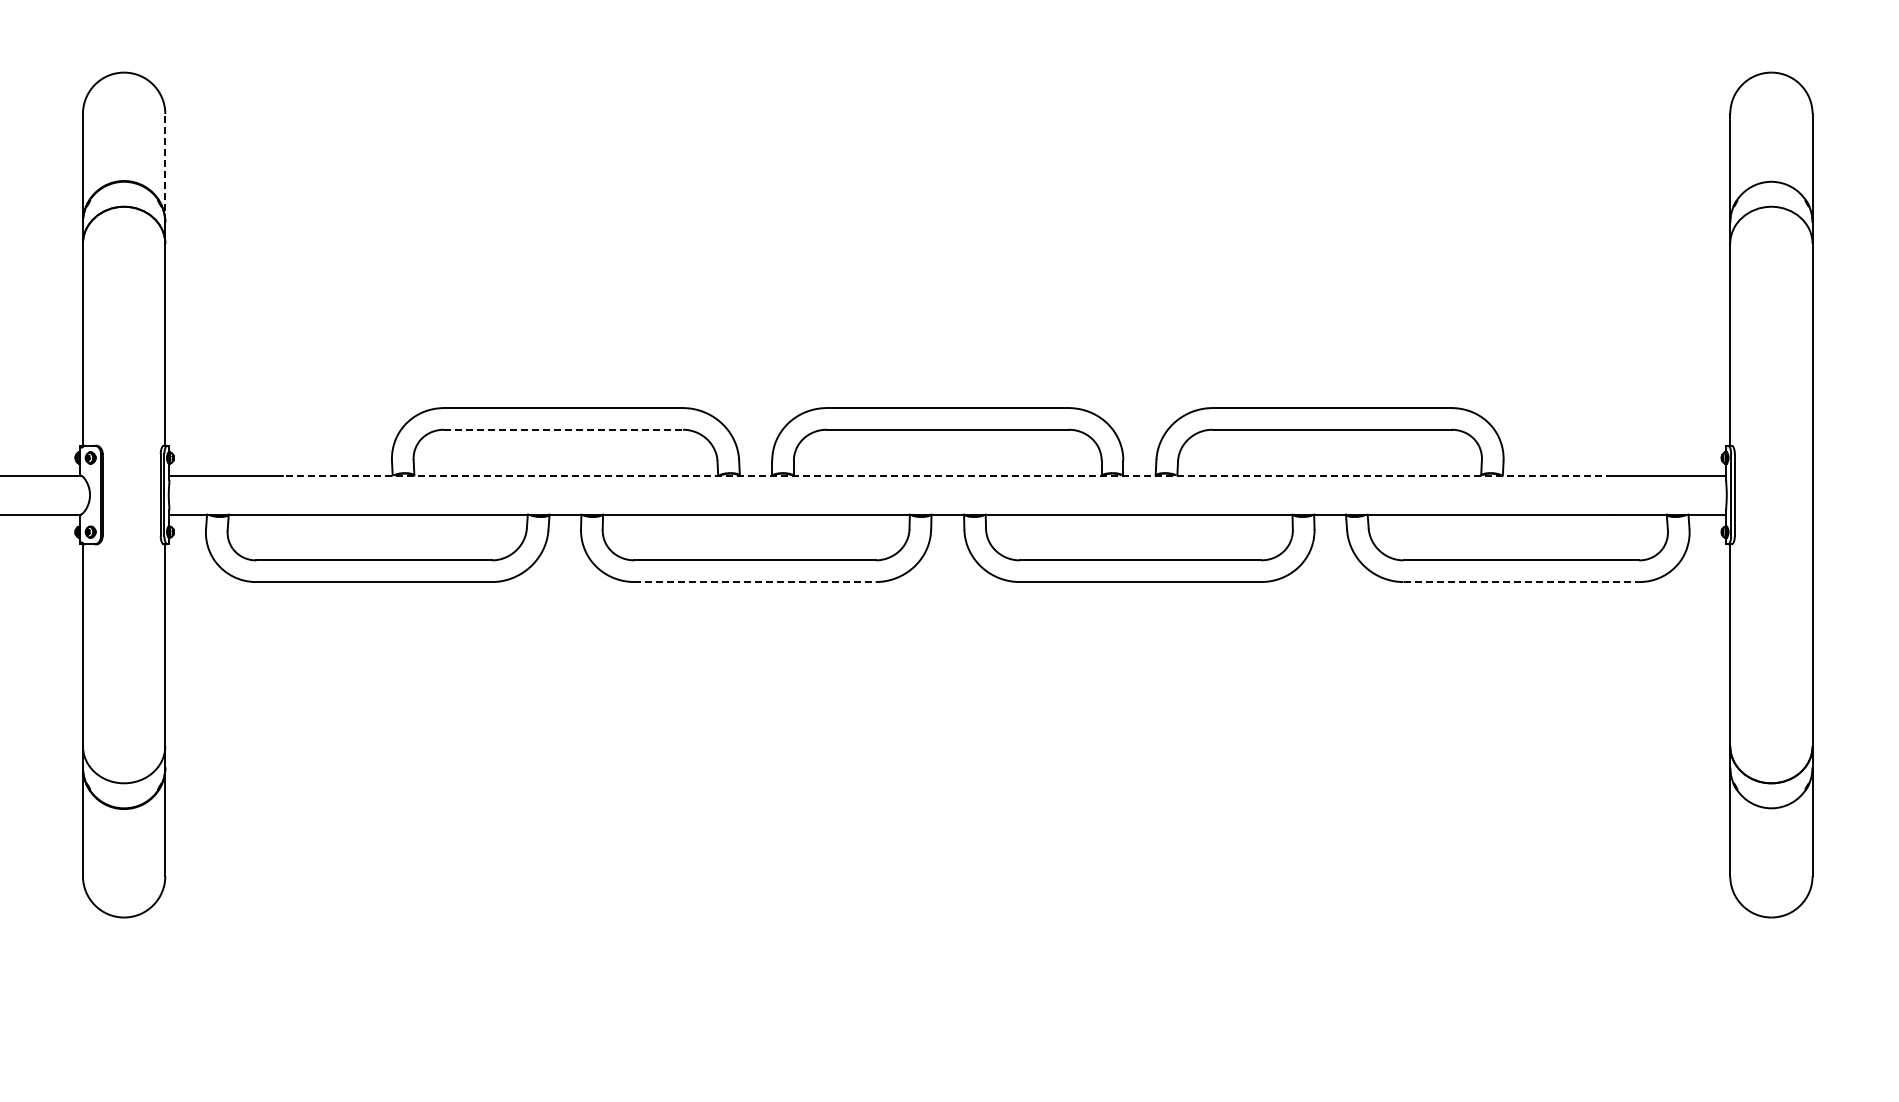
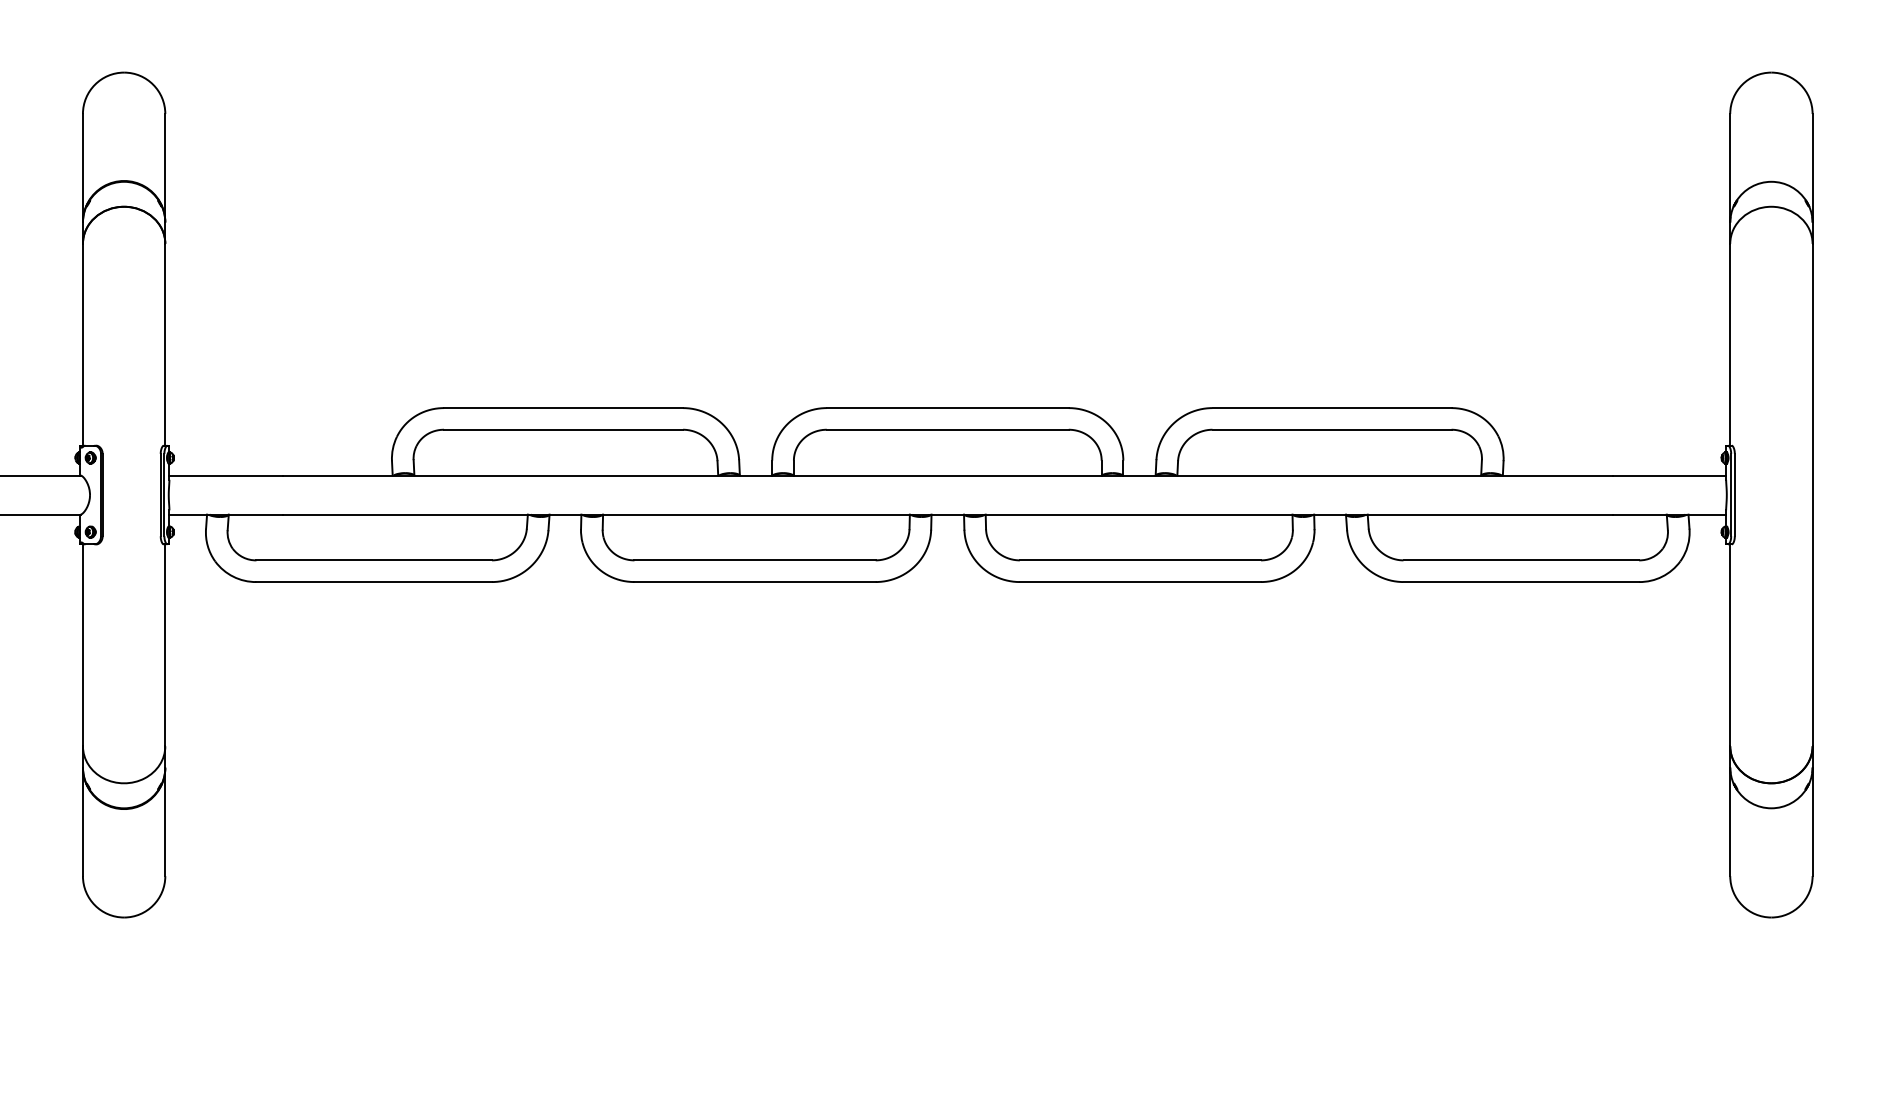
line at (165, 168): dashed -> solid
line at (563, 429): dashed -> solid
line at (947, 475): dashed -> solid
line at (755, 582): dashed -> solid
line at (1521, 582): dashed -> solid
